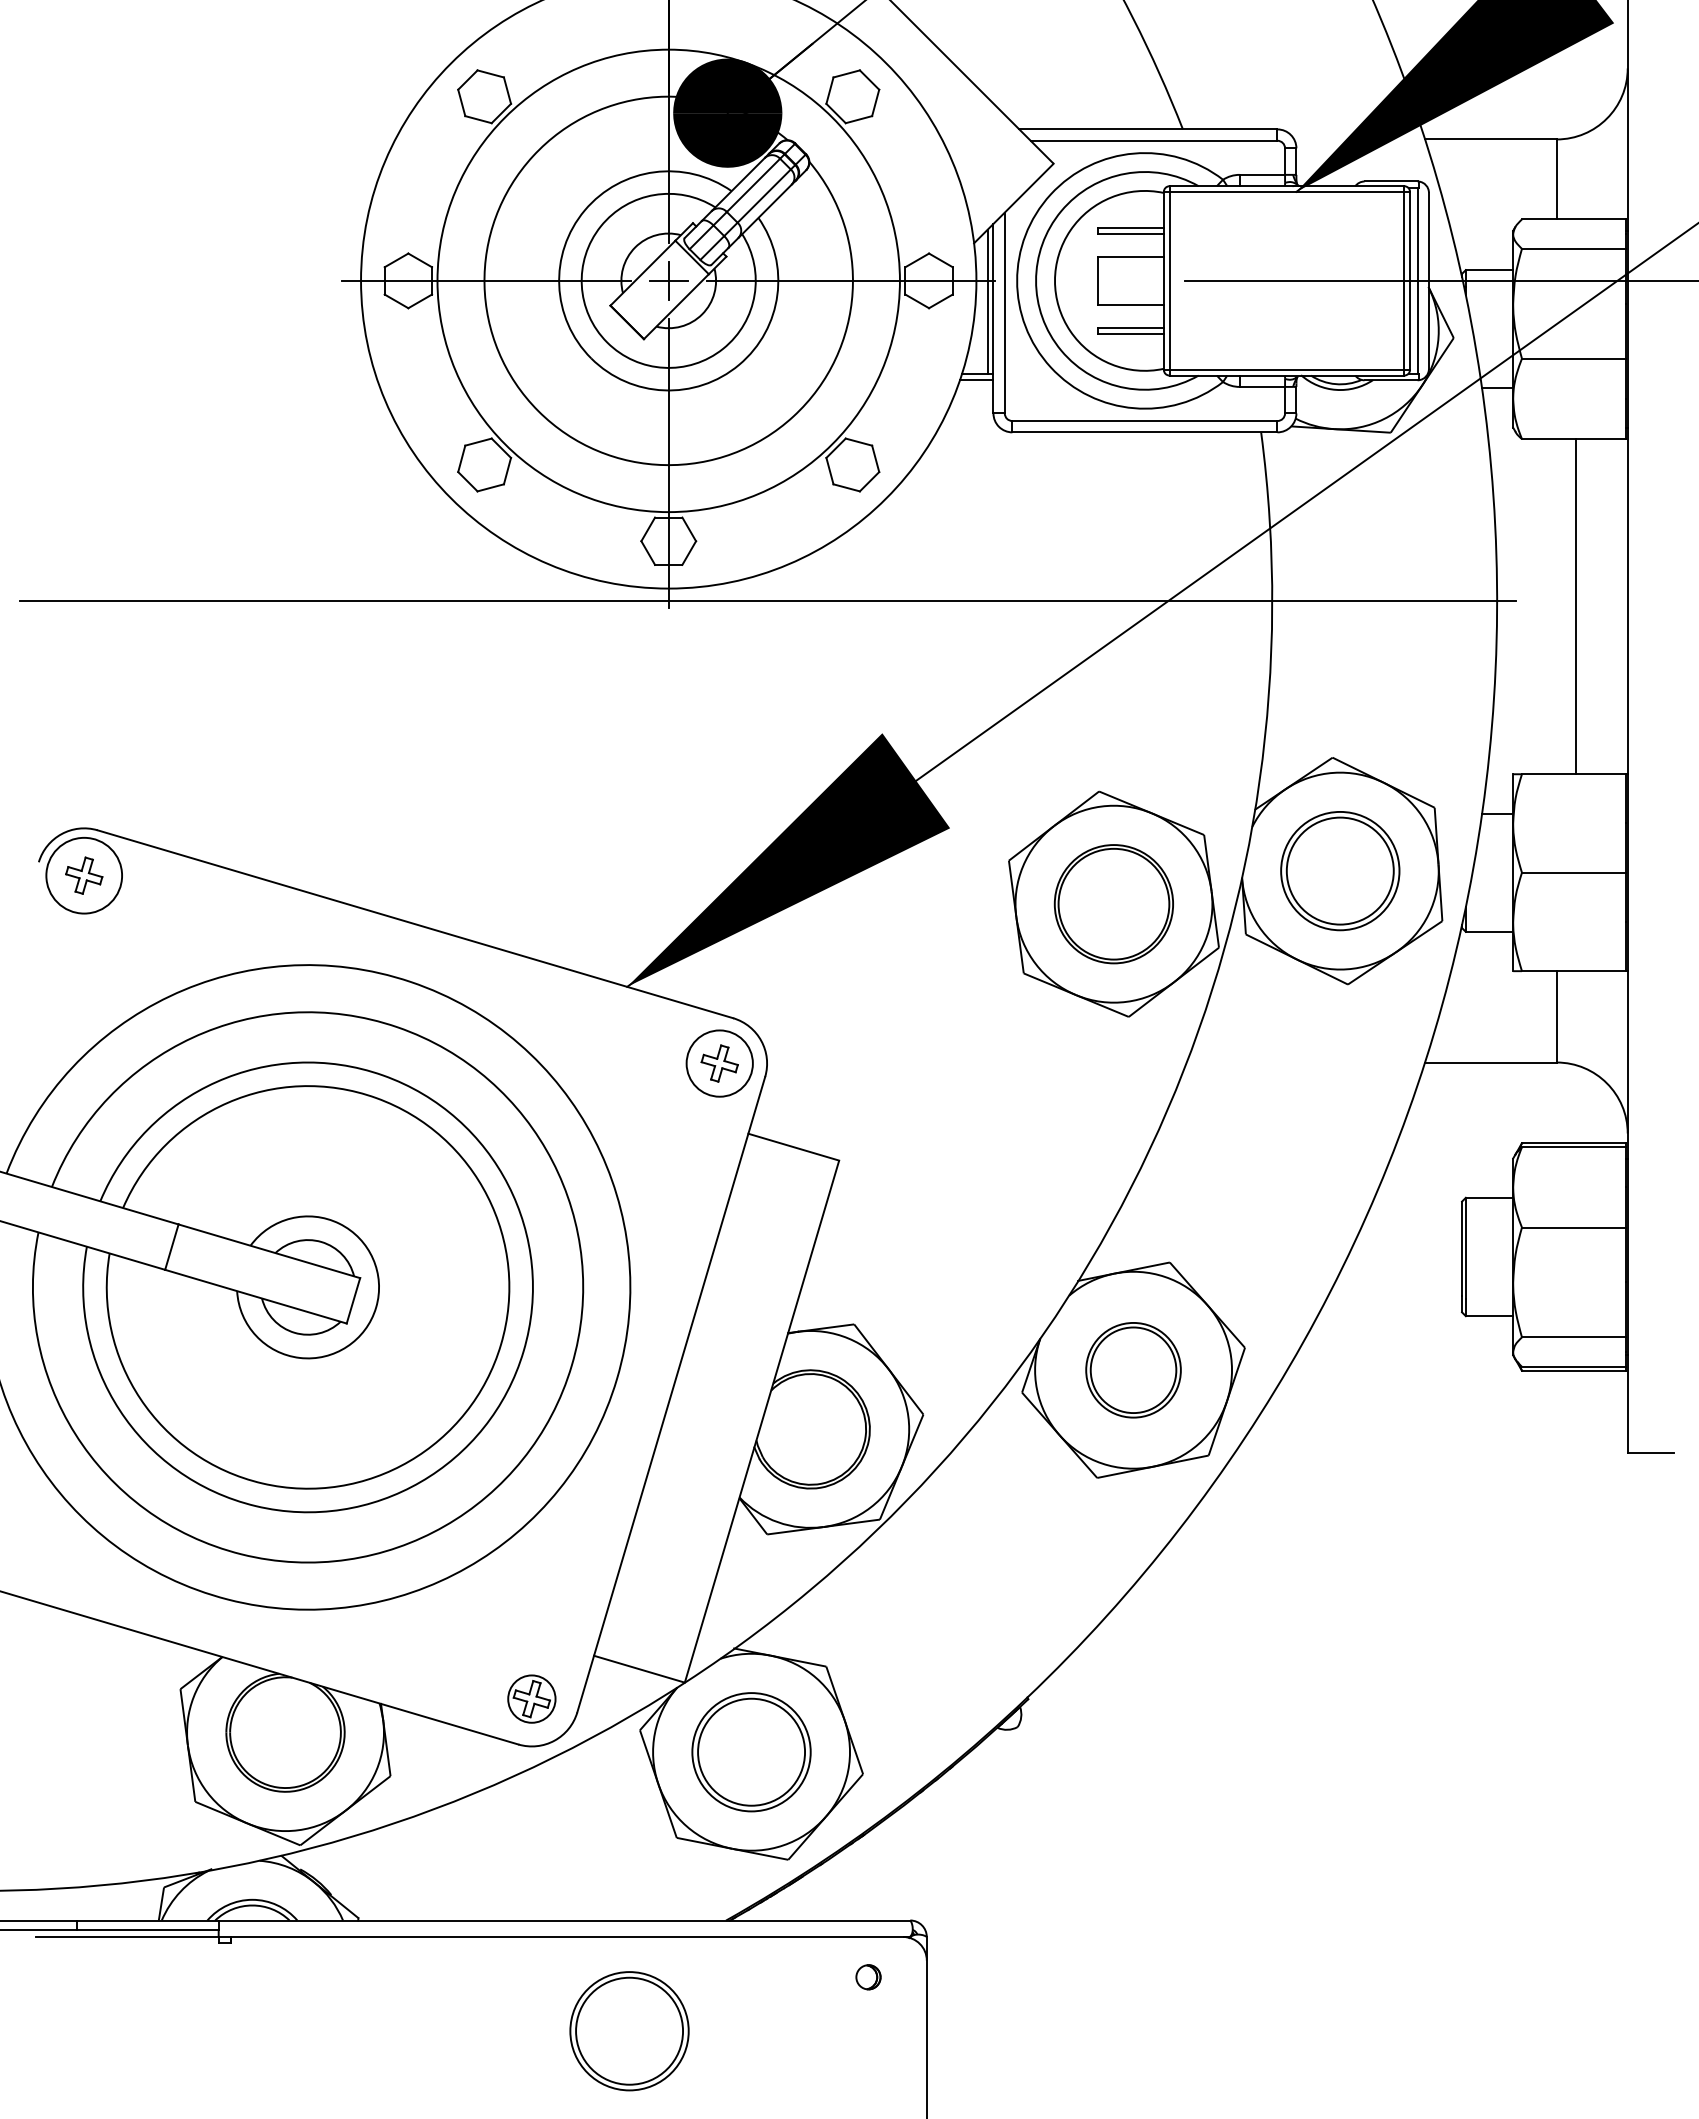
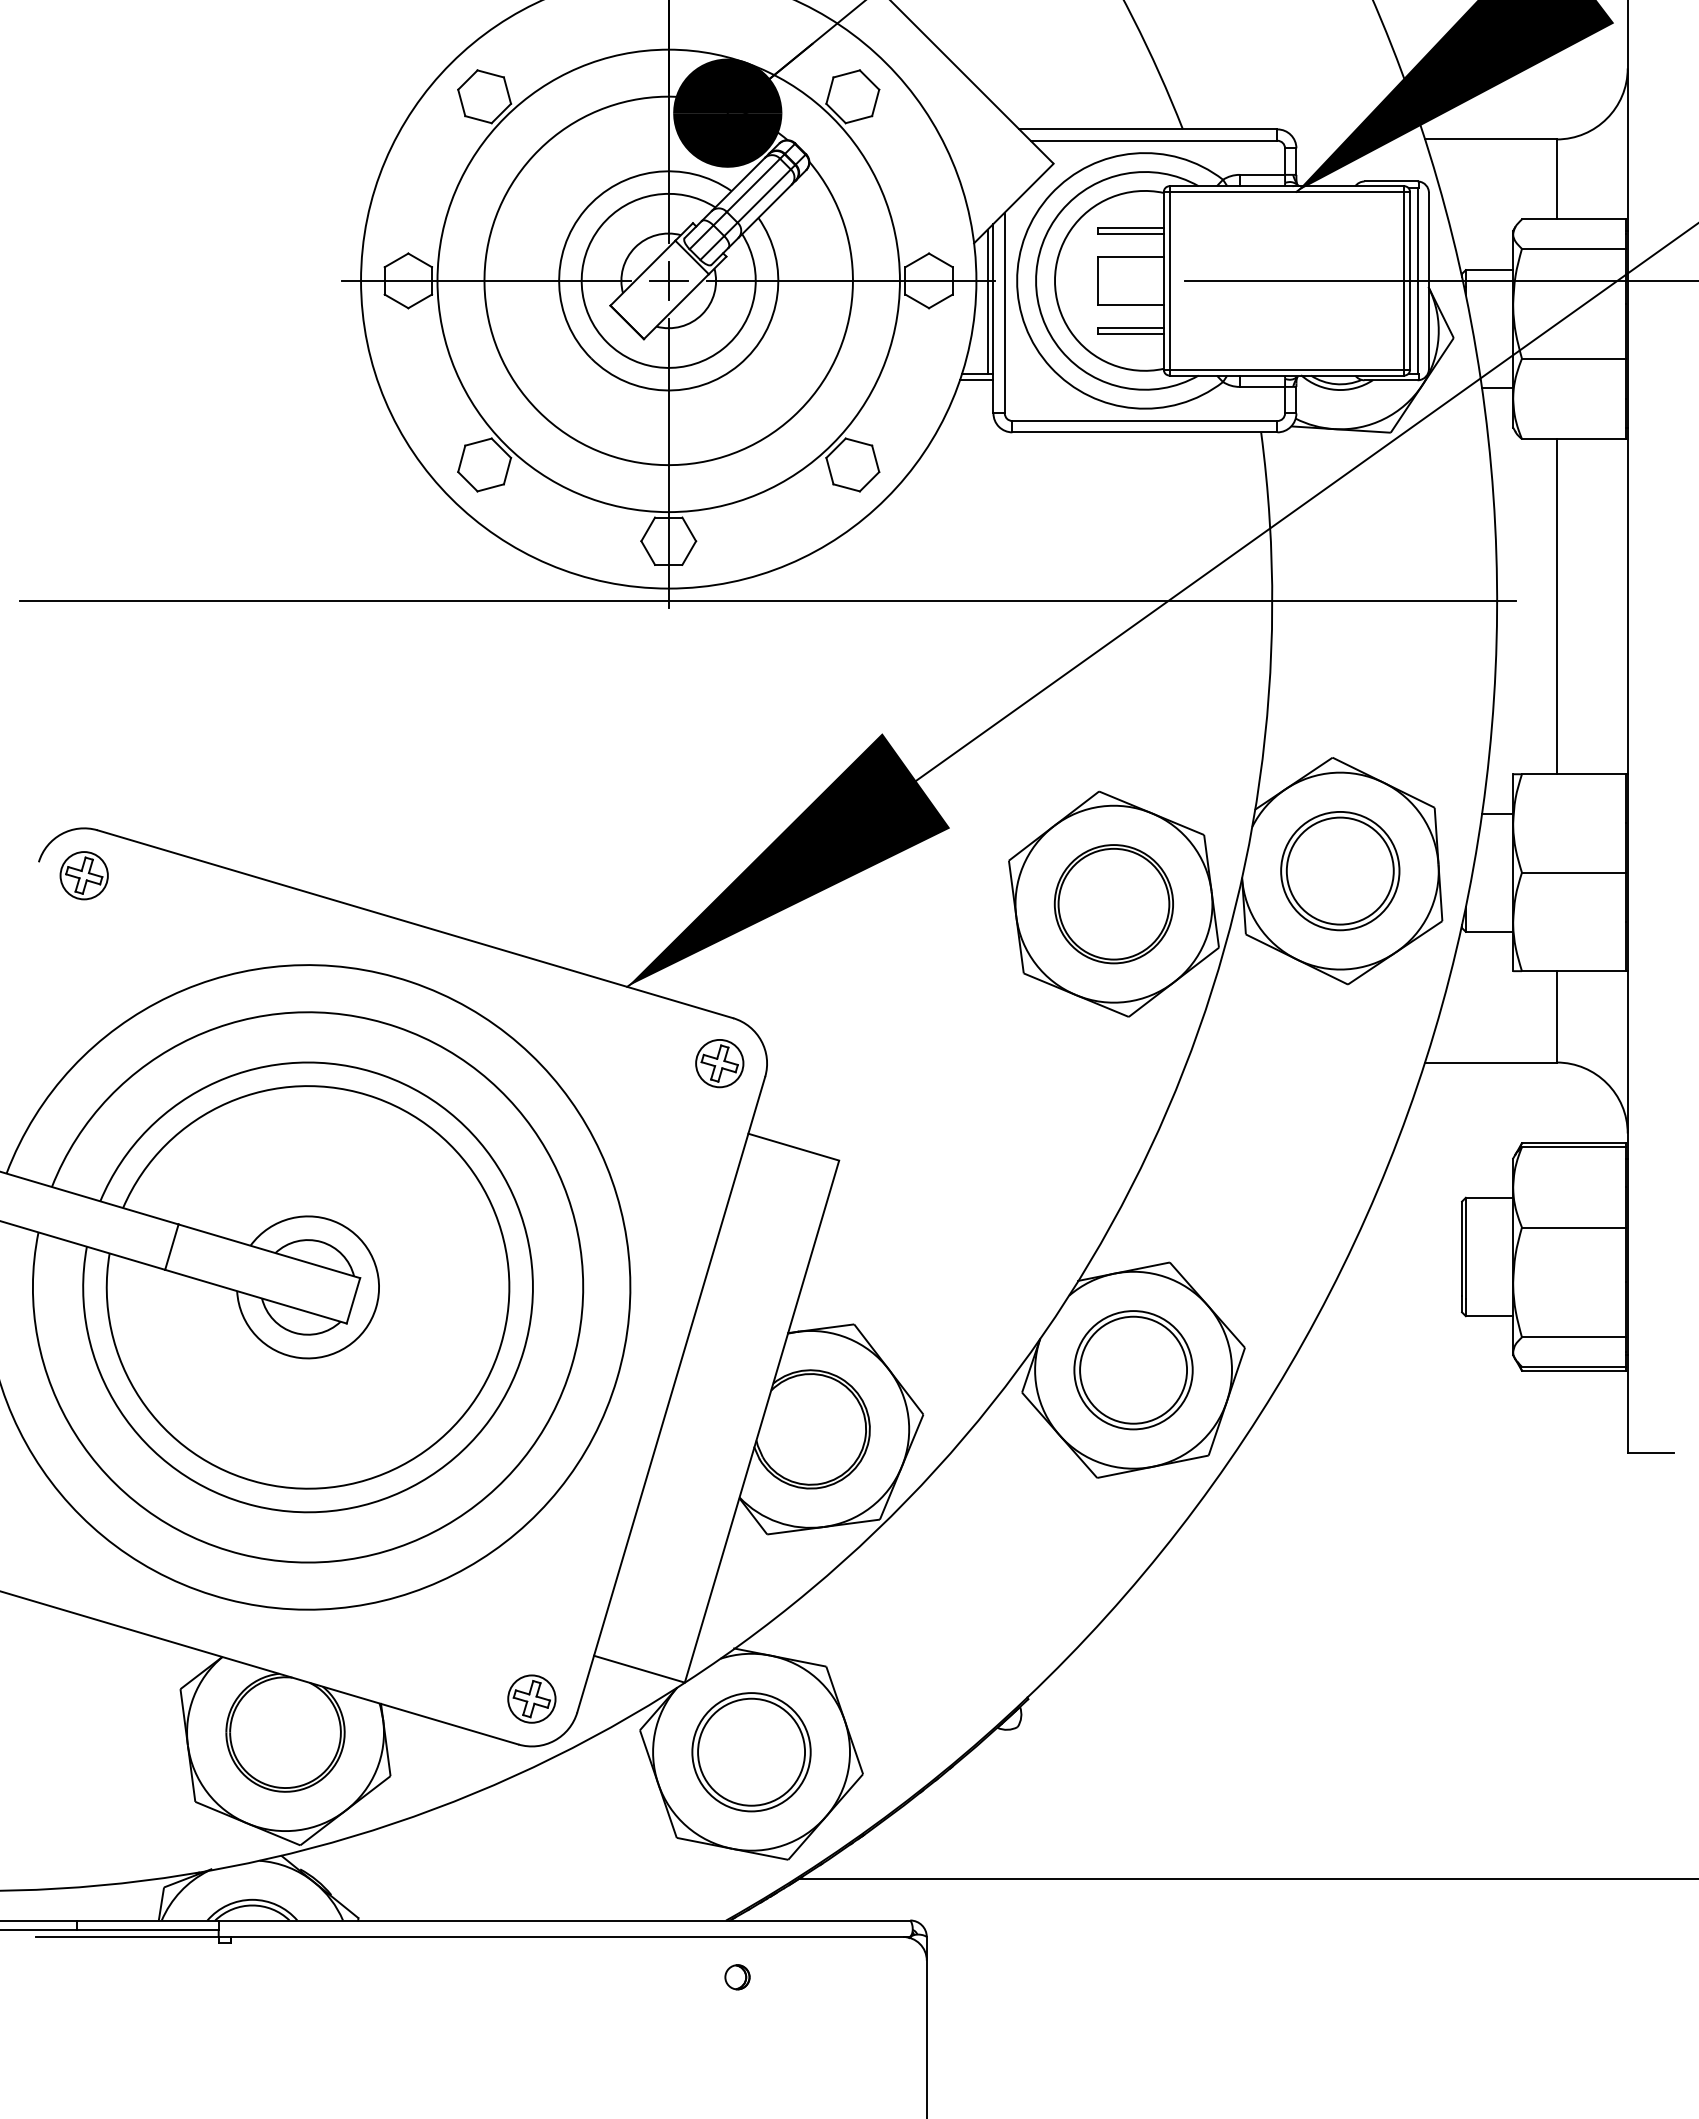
line at (1575, 606) position: (1575, 606) -> (1556, 606)
circle at (84, 875) diameter: 76 px -> 47 px
circle at (719, 1063) diameter: 66 px -> 47 px
part at (1133, 1370) size: 97x97 px -> 121x121 px
line at (1246, 1879): none -> present
part at (868, 1977) position: (868, 1977) -> (737, 1977)
part at (629, 2031): present -> none
